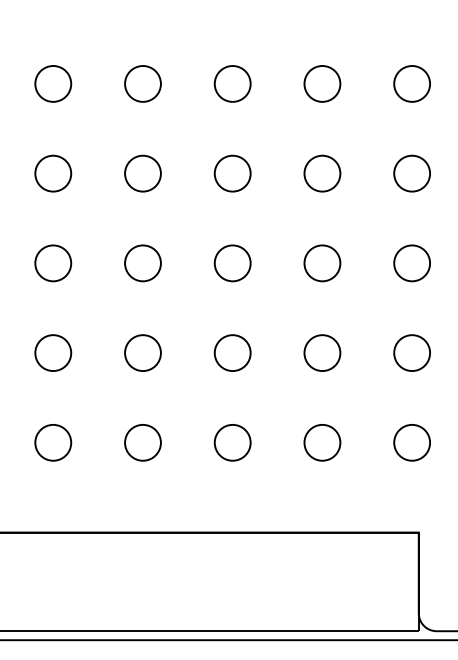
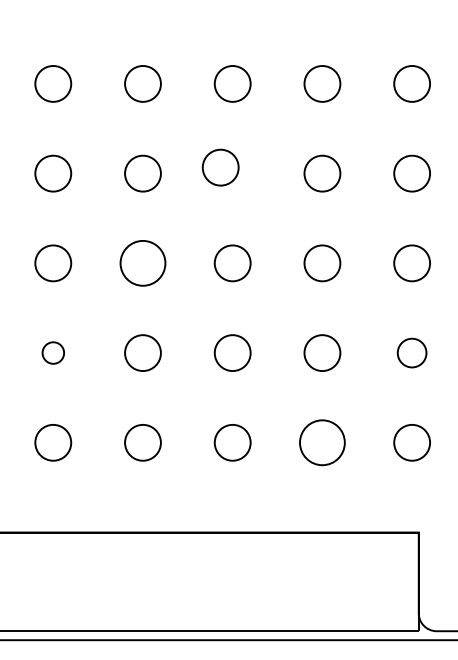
part at (232, 173) position: (232, 173) -> (220, 167)
part at (142, 263) size: 38x39 px -> 48x47 px
part at (53, 352) size: 39x38 px -> 24x24 px
part at (411, 352) size: 38x38 px -> 32x32 px
part at (322, 442) size: 39x38 px -> 47x48 px
